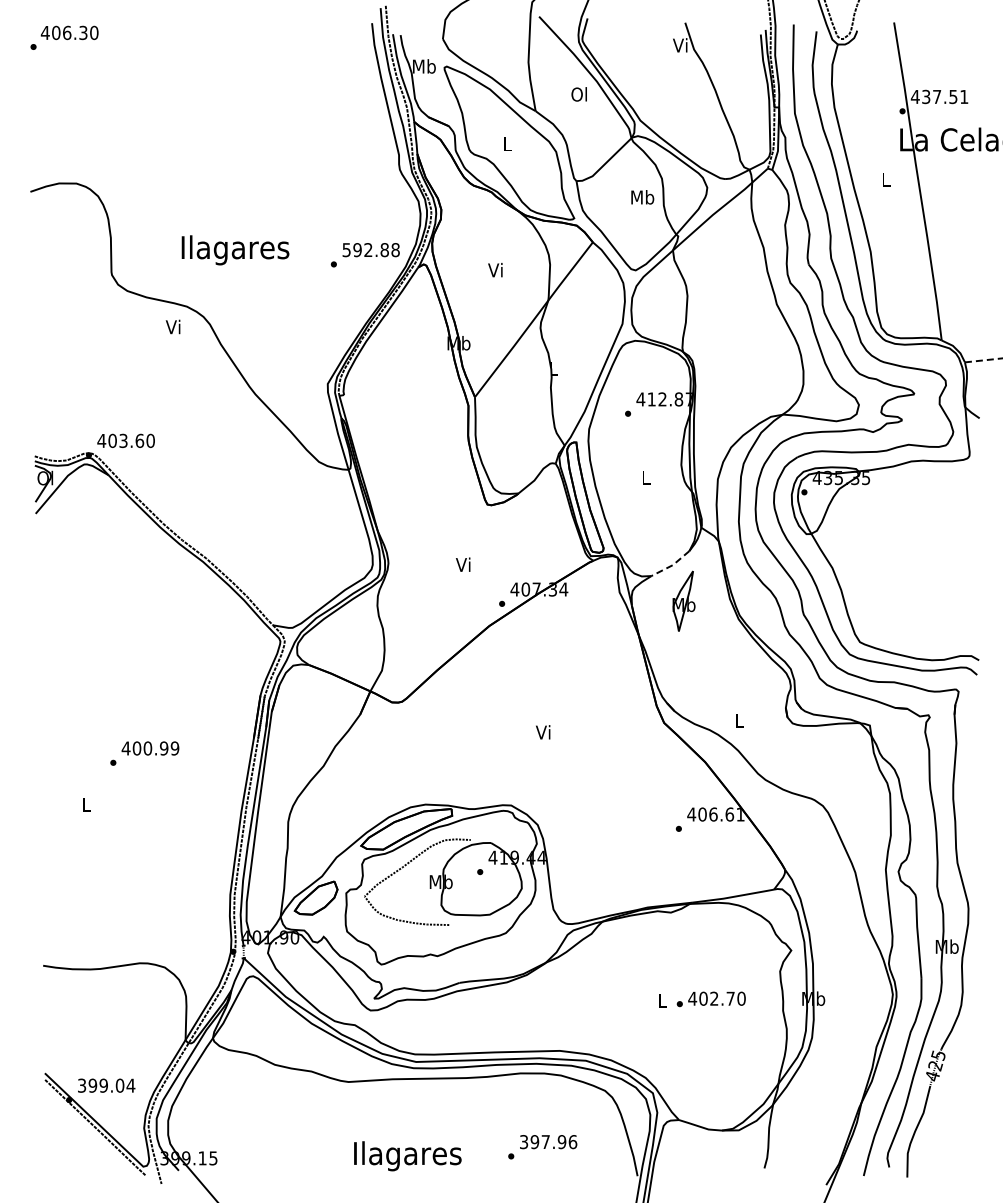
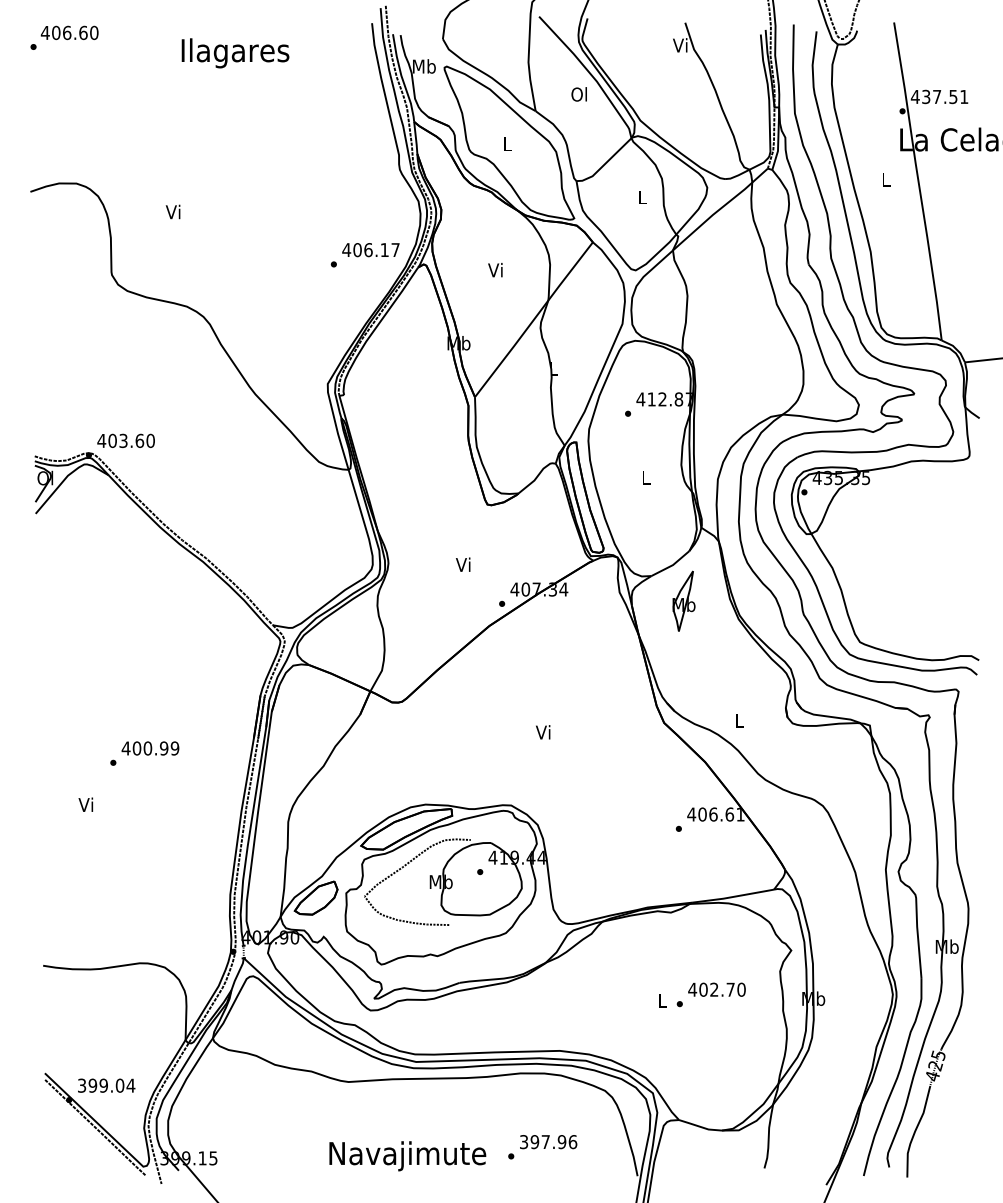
text at (83, 32): 406.30 -> 406.60
text at (642, 197): Mb -> L
text at (235, 250) position: (235, 250) -> (235, 53)
text at (370, 250): 592.88 -> 406.17
text at (172, 326) position: (172, 326) -> (172, 211)
line at (983, 360): dashed -> solid
line at (672, 565): dashed -> solid
text at (85, 804): L -> Vi
text at (716, 998) position: (716, 998) -> (716, 989)
text at (407, 1156): Ilagares -> Navajimute
